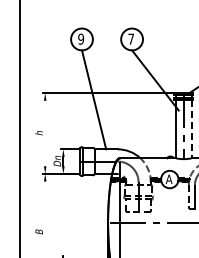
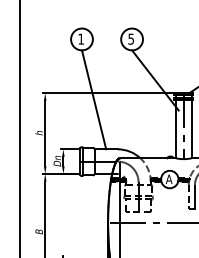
text at (81, 38): 9 -> 1
text at (130, 38): 7 -> 5
line at (191, 129): dashed -> solid
line at (45, 133): none -> present
line at (45, 217): none -> present
